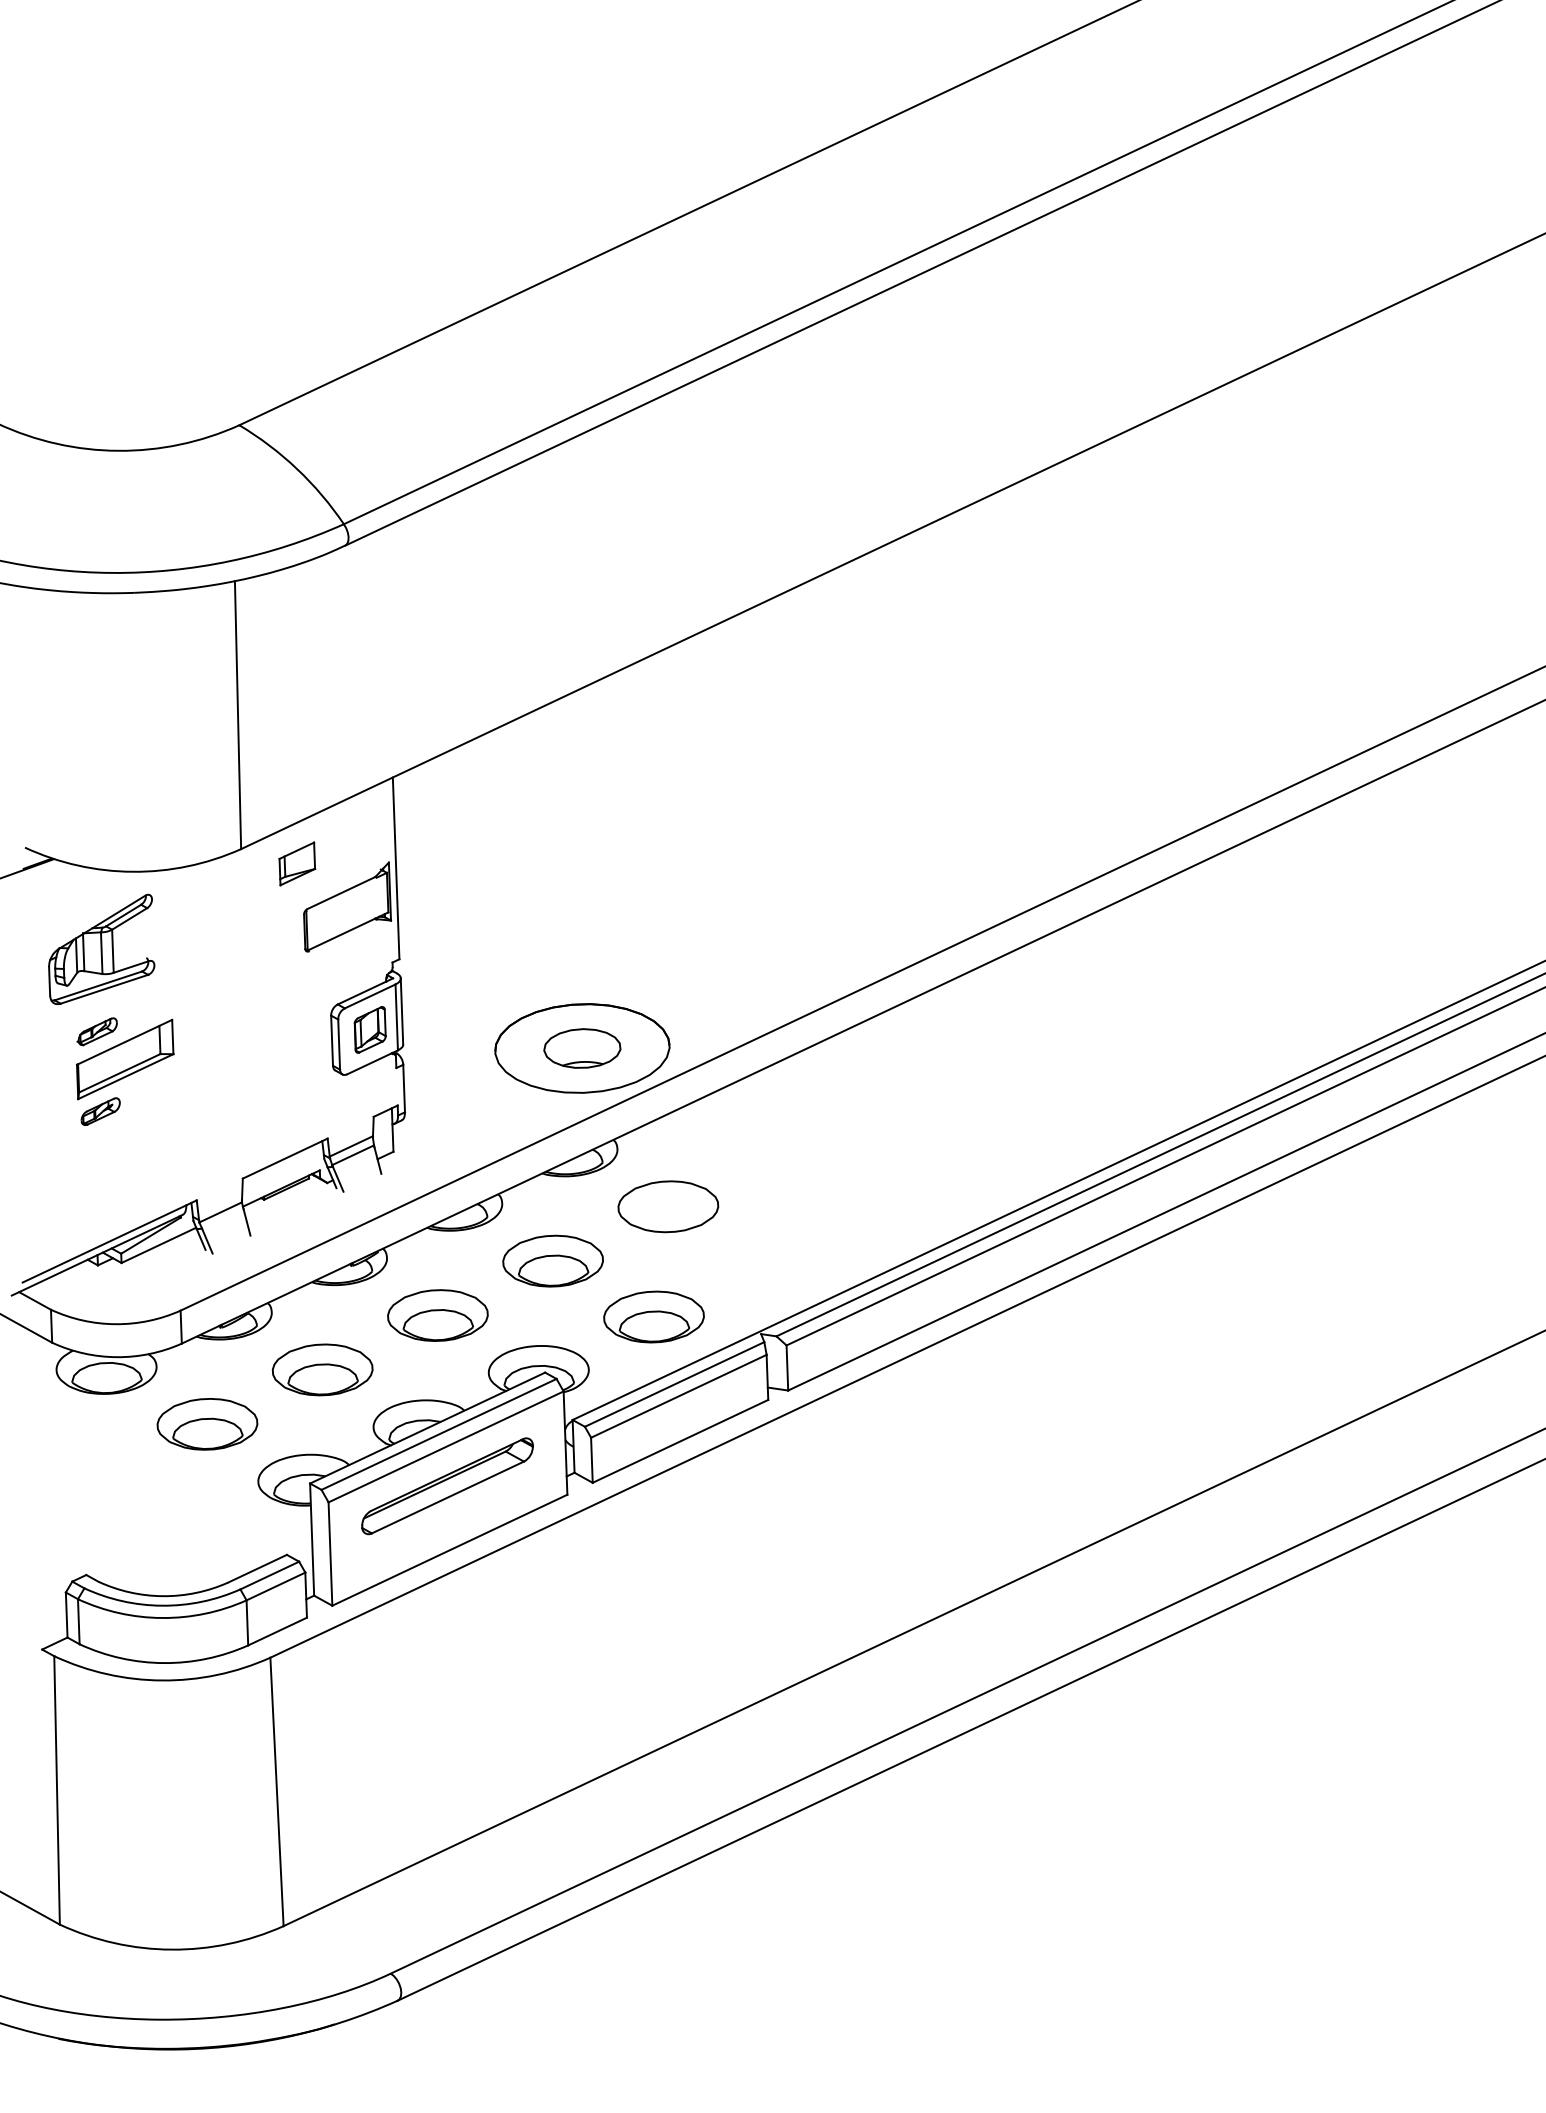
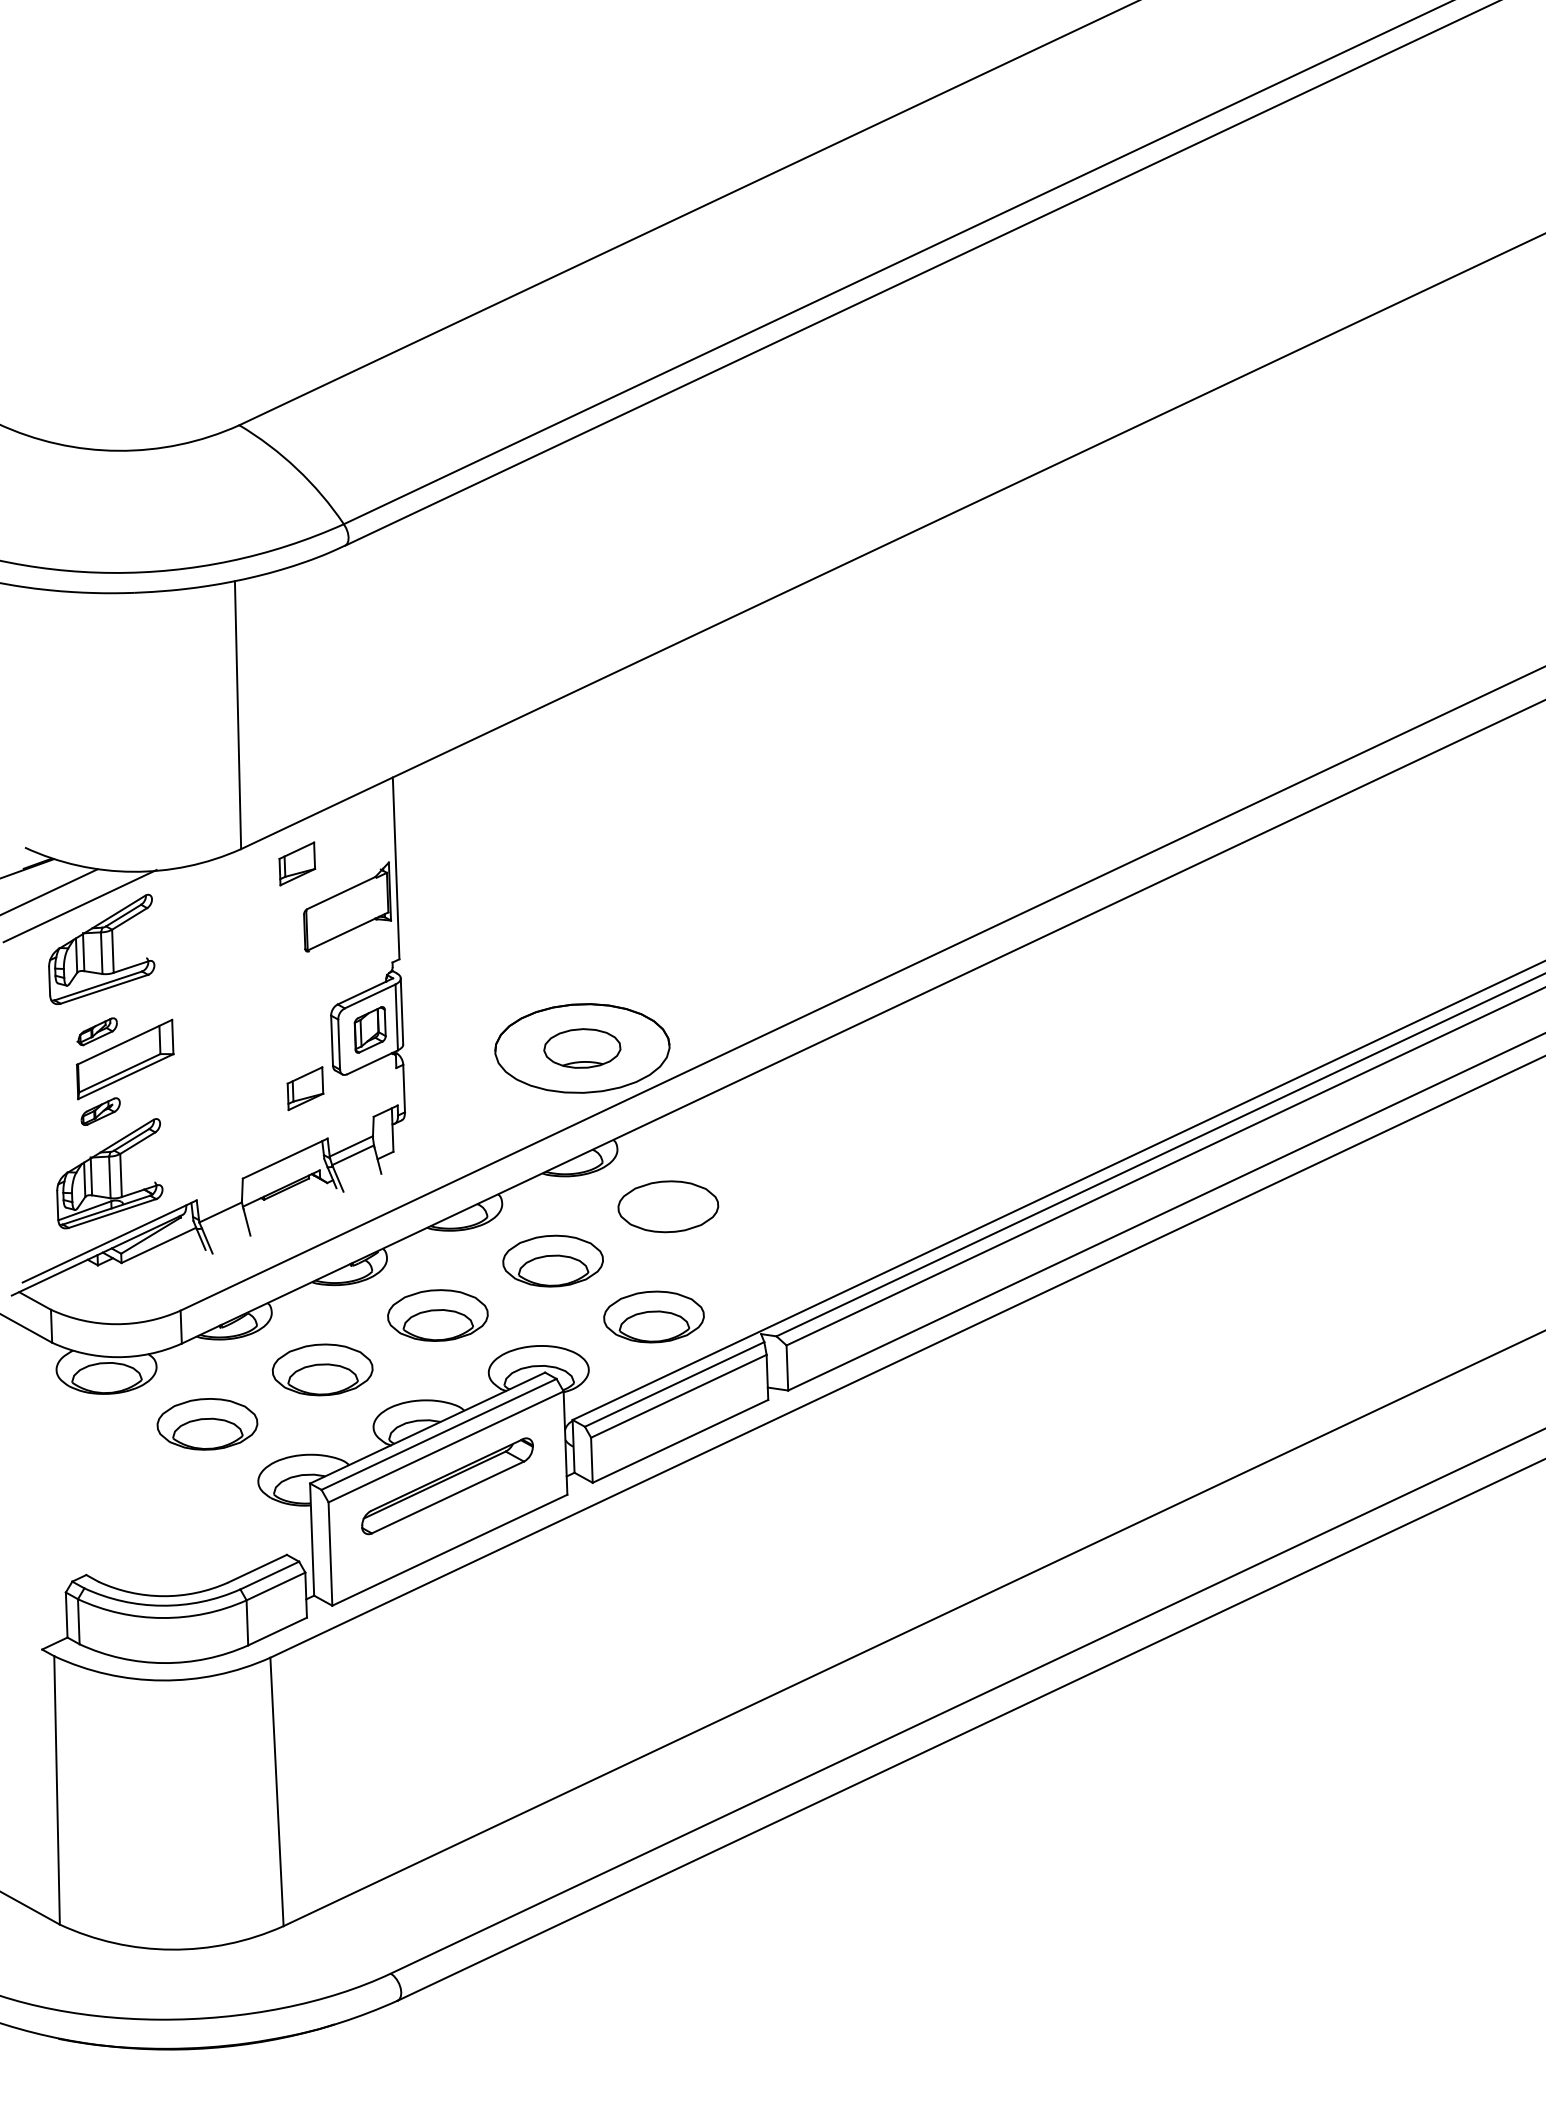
line at (49, 891): none -> present
line at (79, 906): none -> present
part at (305, 1088): none -> present
part at (109, 1173): none -> present
